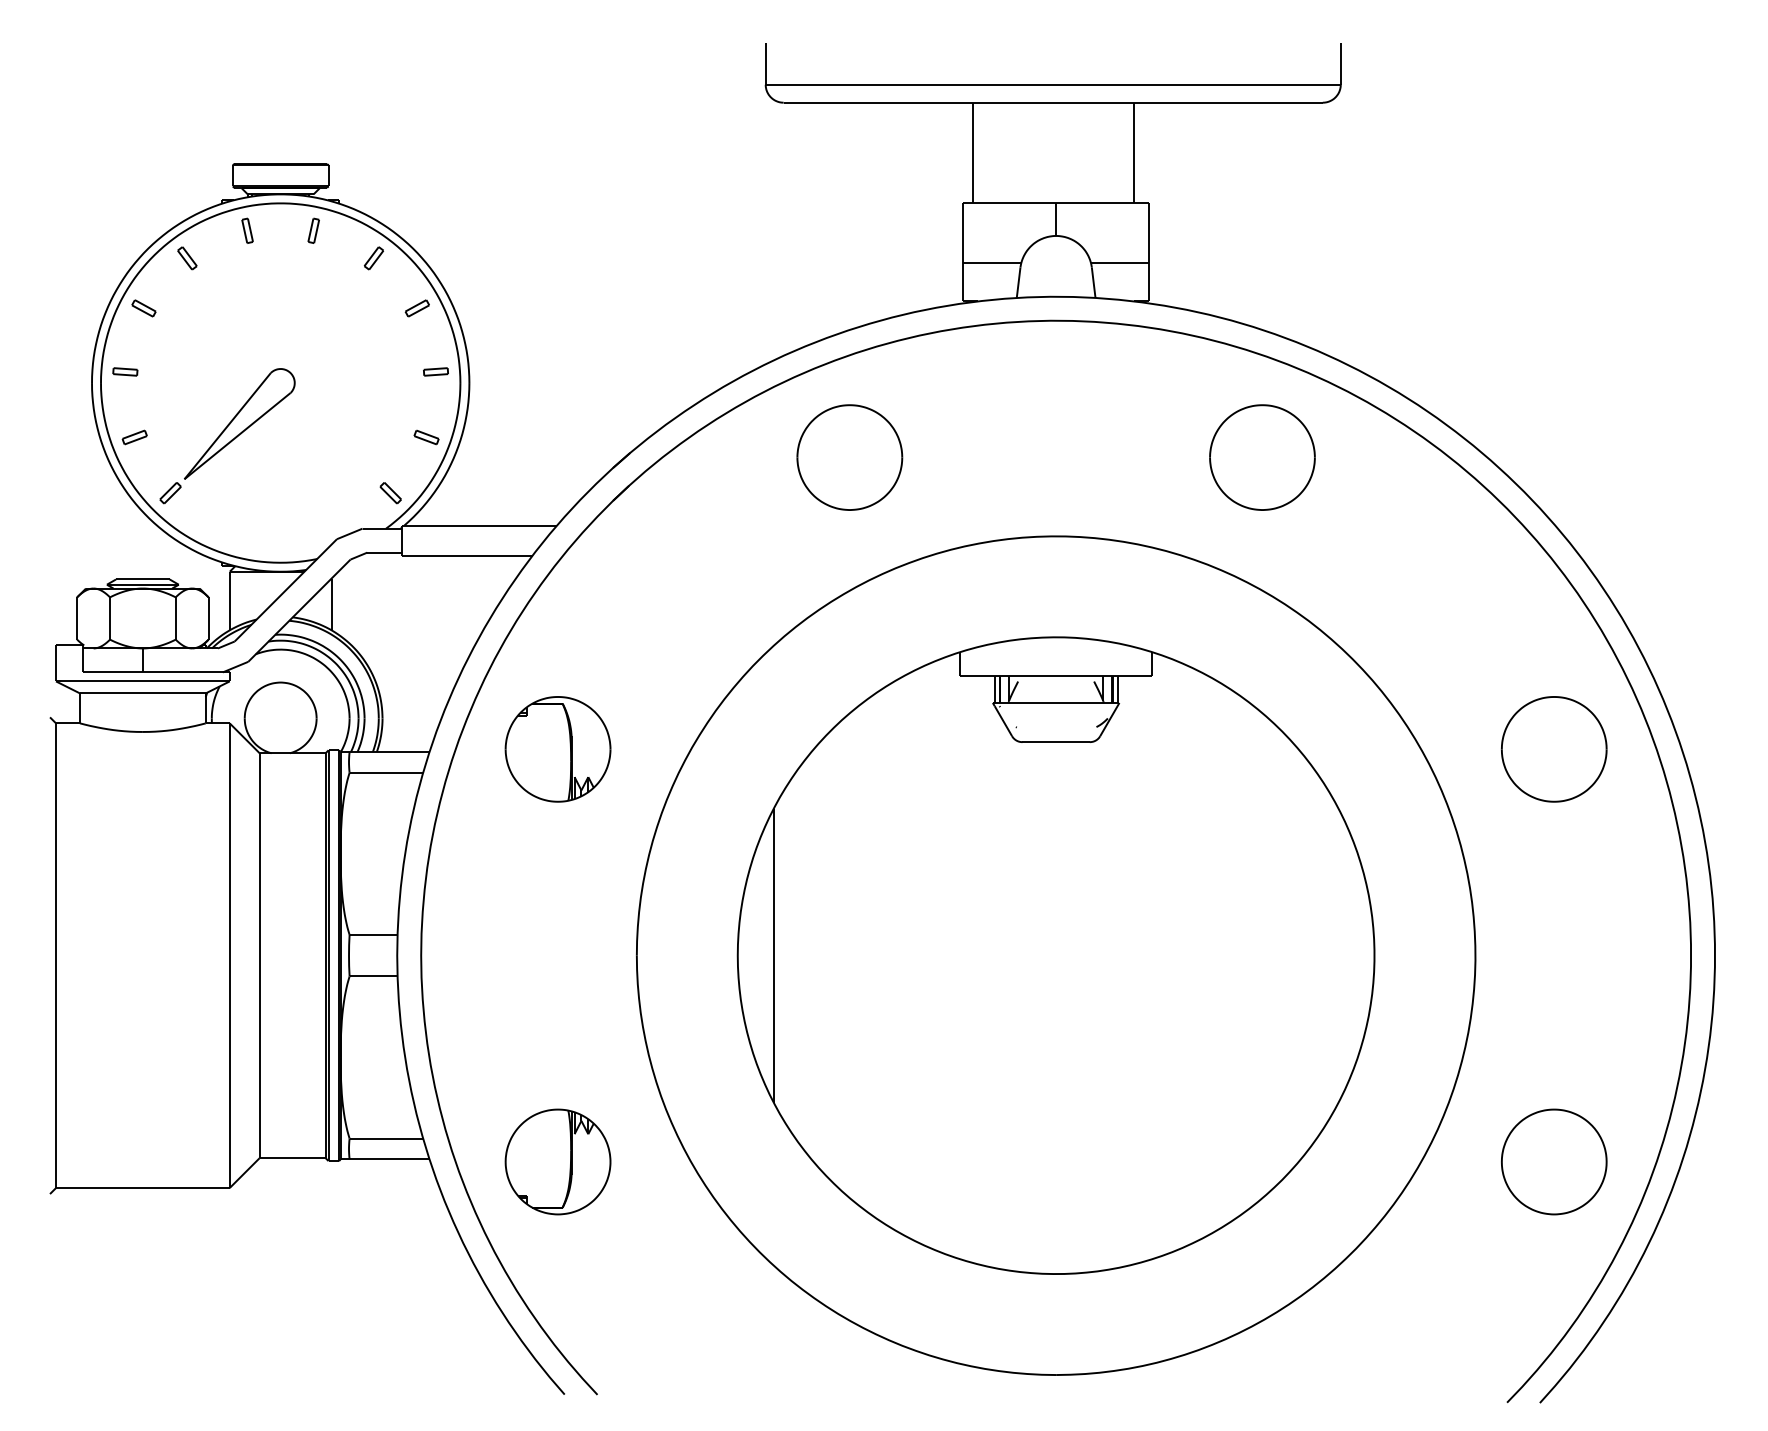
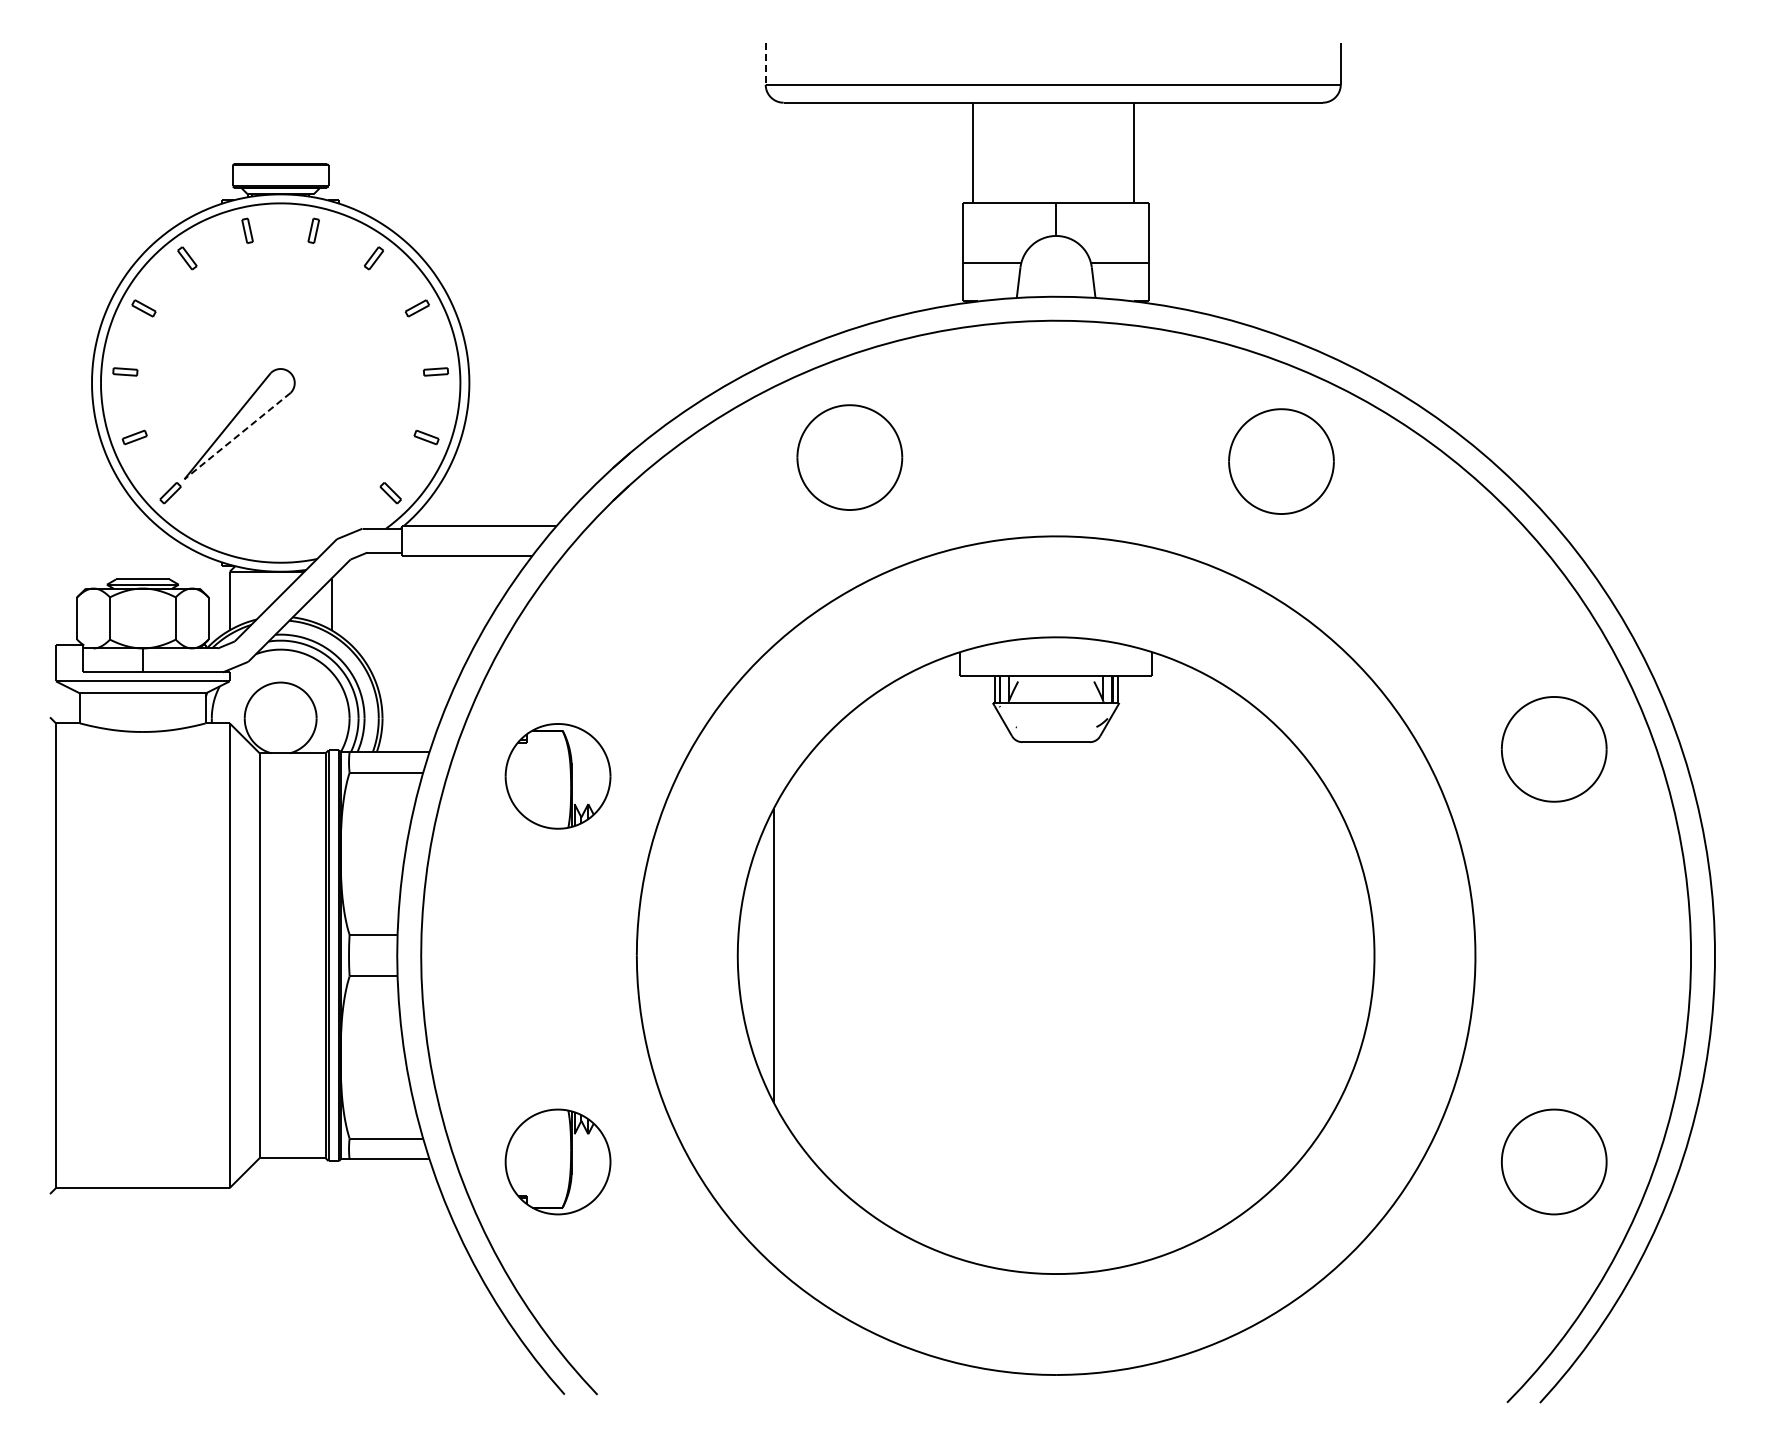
line at (765, 63): solid -> dashed
line at (237, 436): solid -> dashed
part at (1262, 457) position: (1262, 457) -> (1281, 461)
part at (557, 749) position: (557, 749) -> (557, 776)
